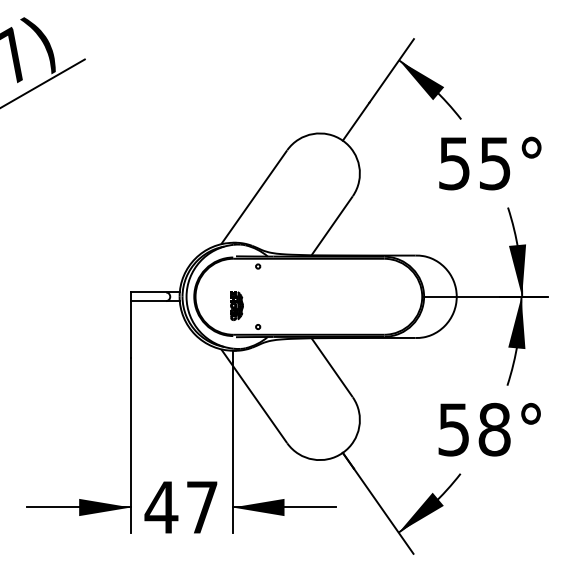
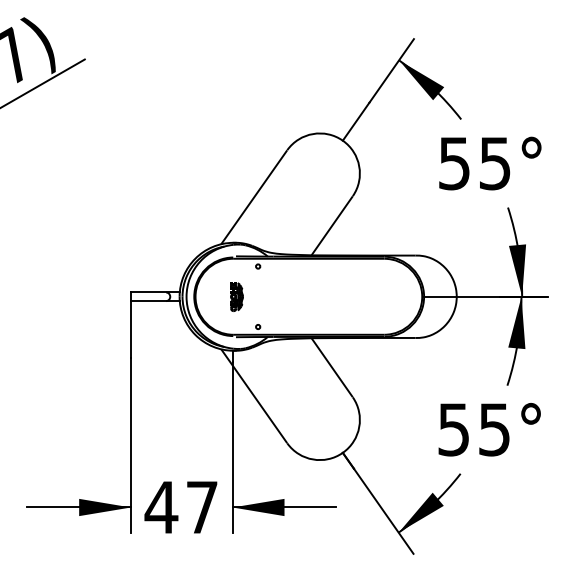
part at (236, 305) position: (236, 305) -> (236, 296)
text at (494, 429): 58° -> 55°
